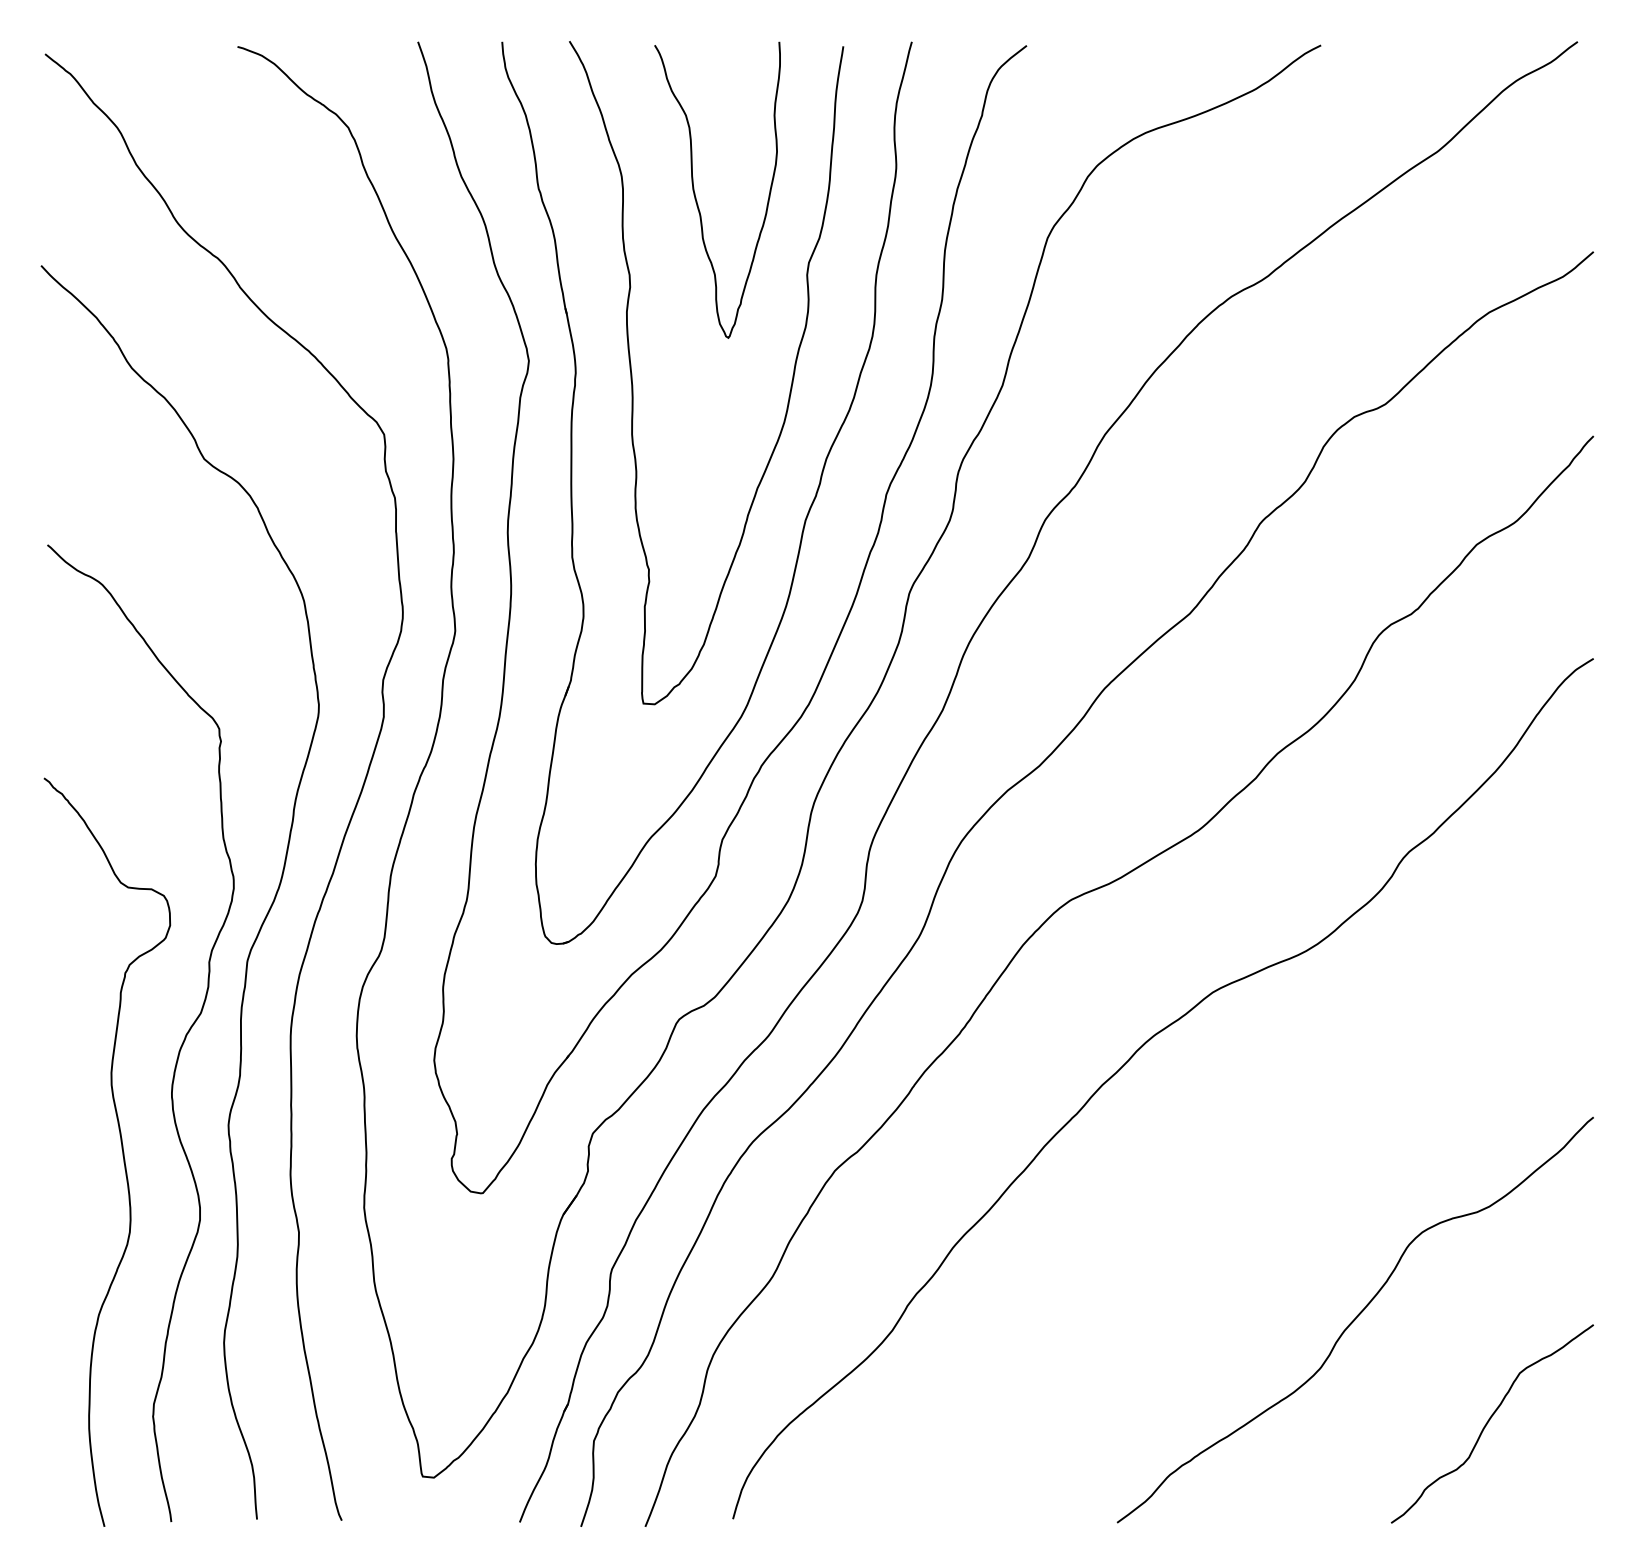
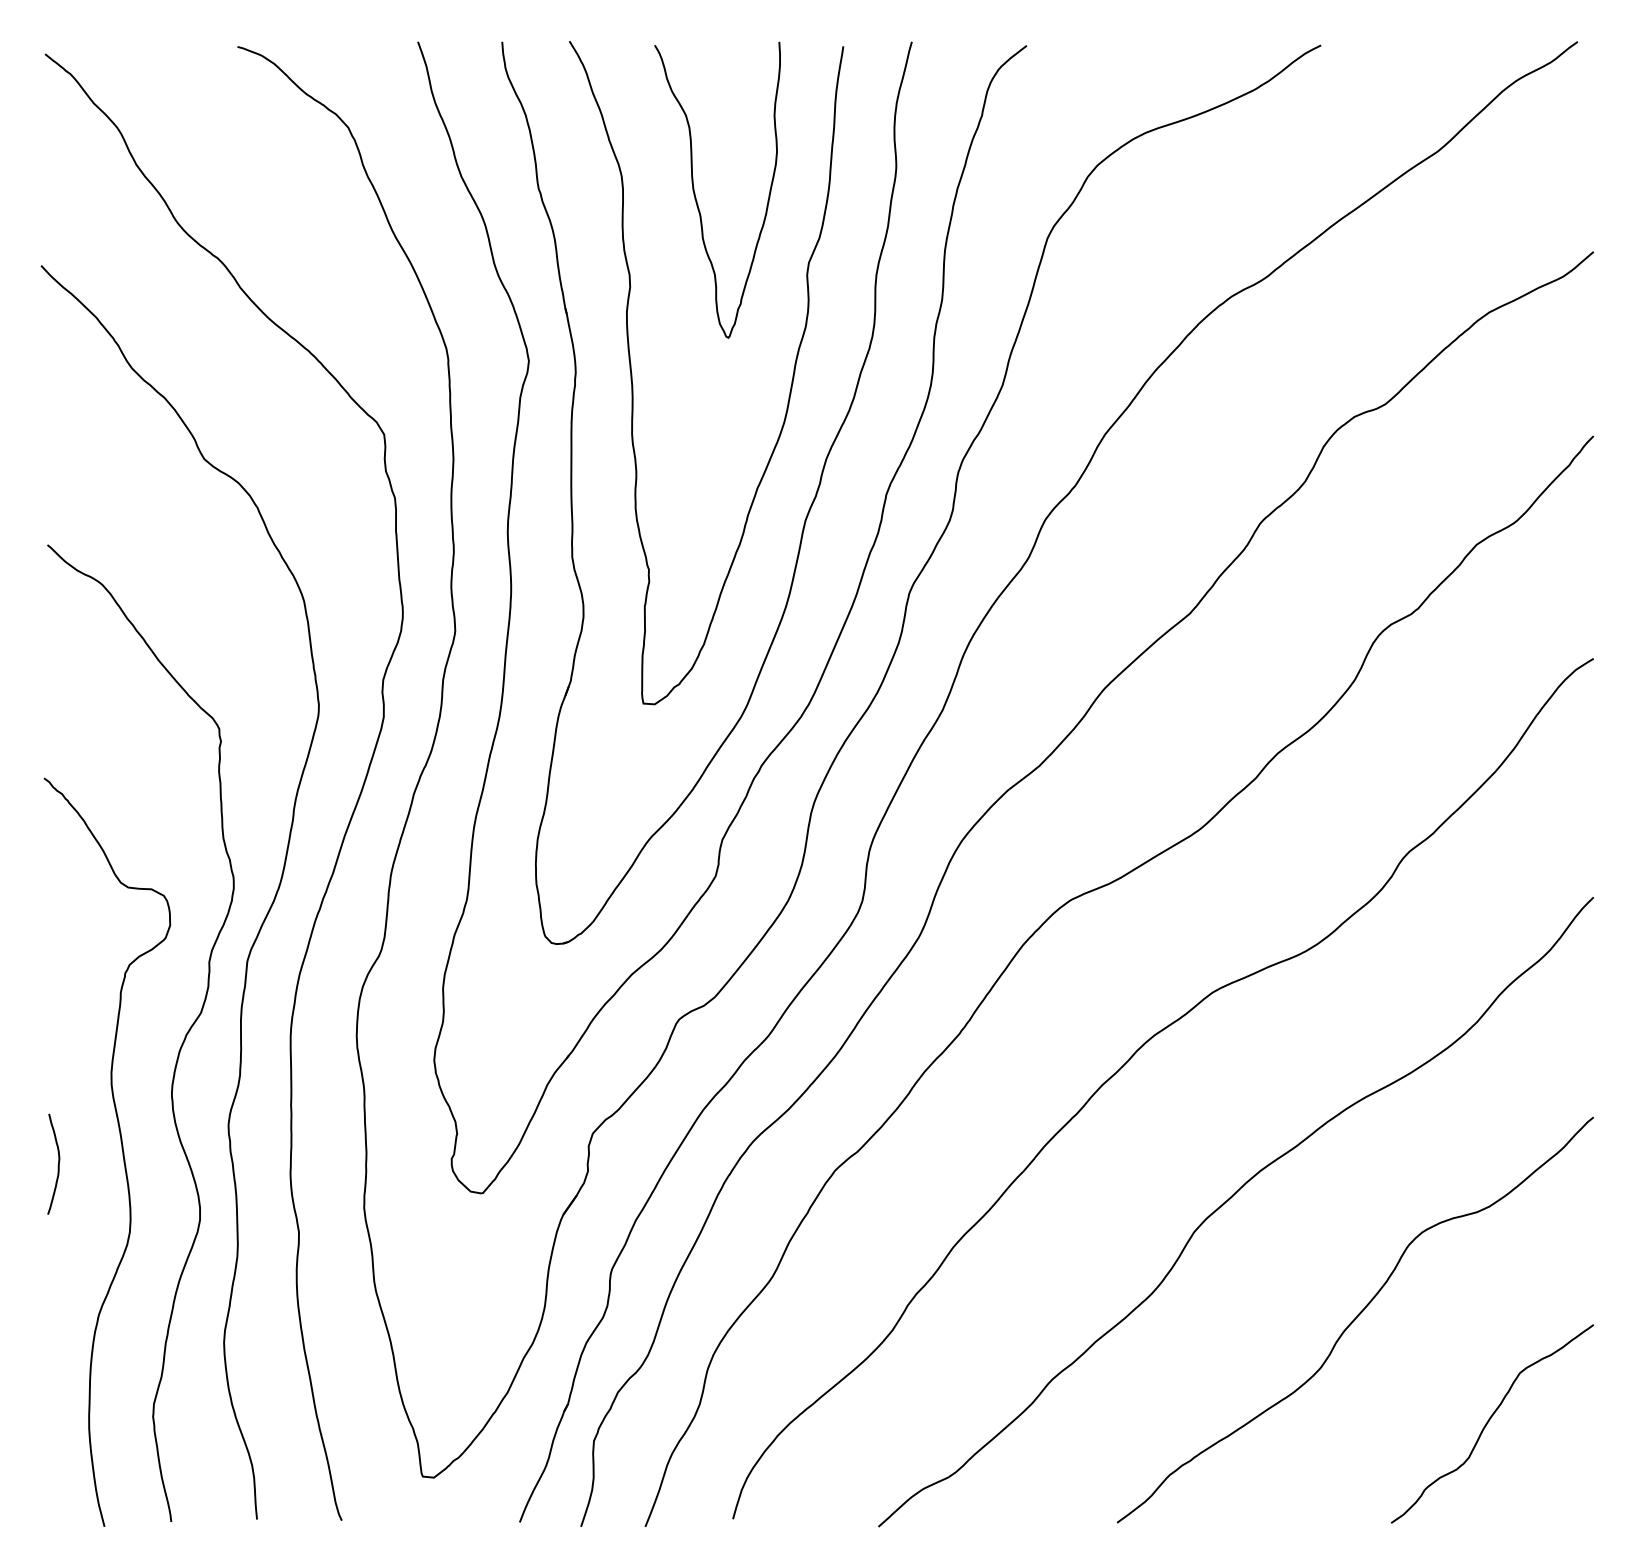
curve at (57, 1165): none -> present
curve at (1229, 1200): none -> present
